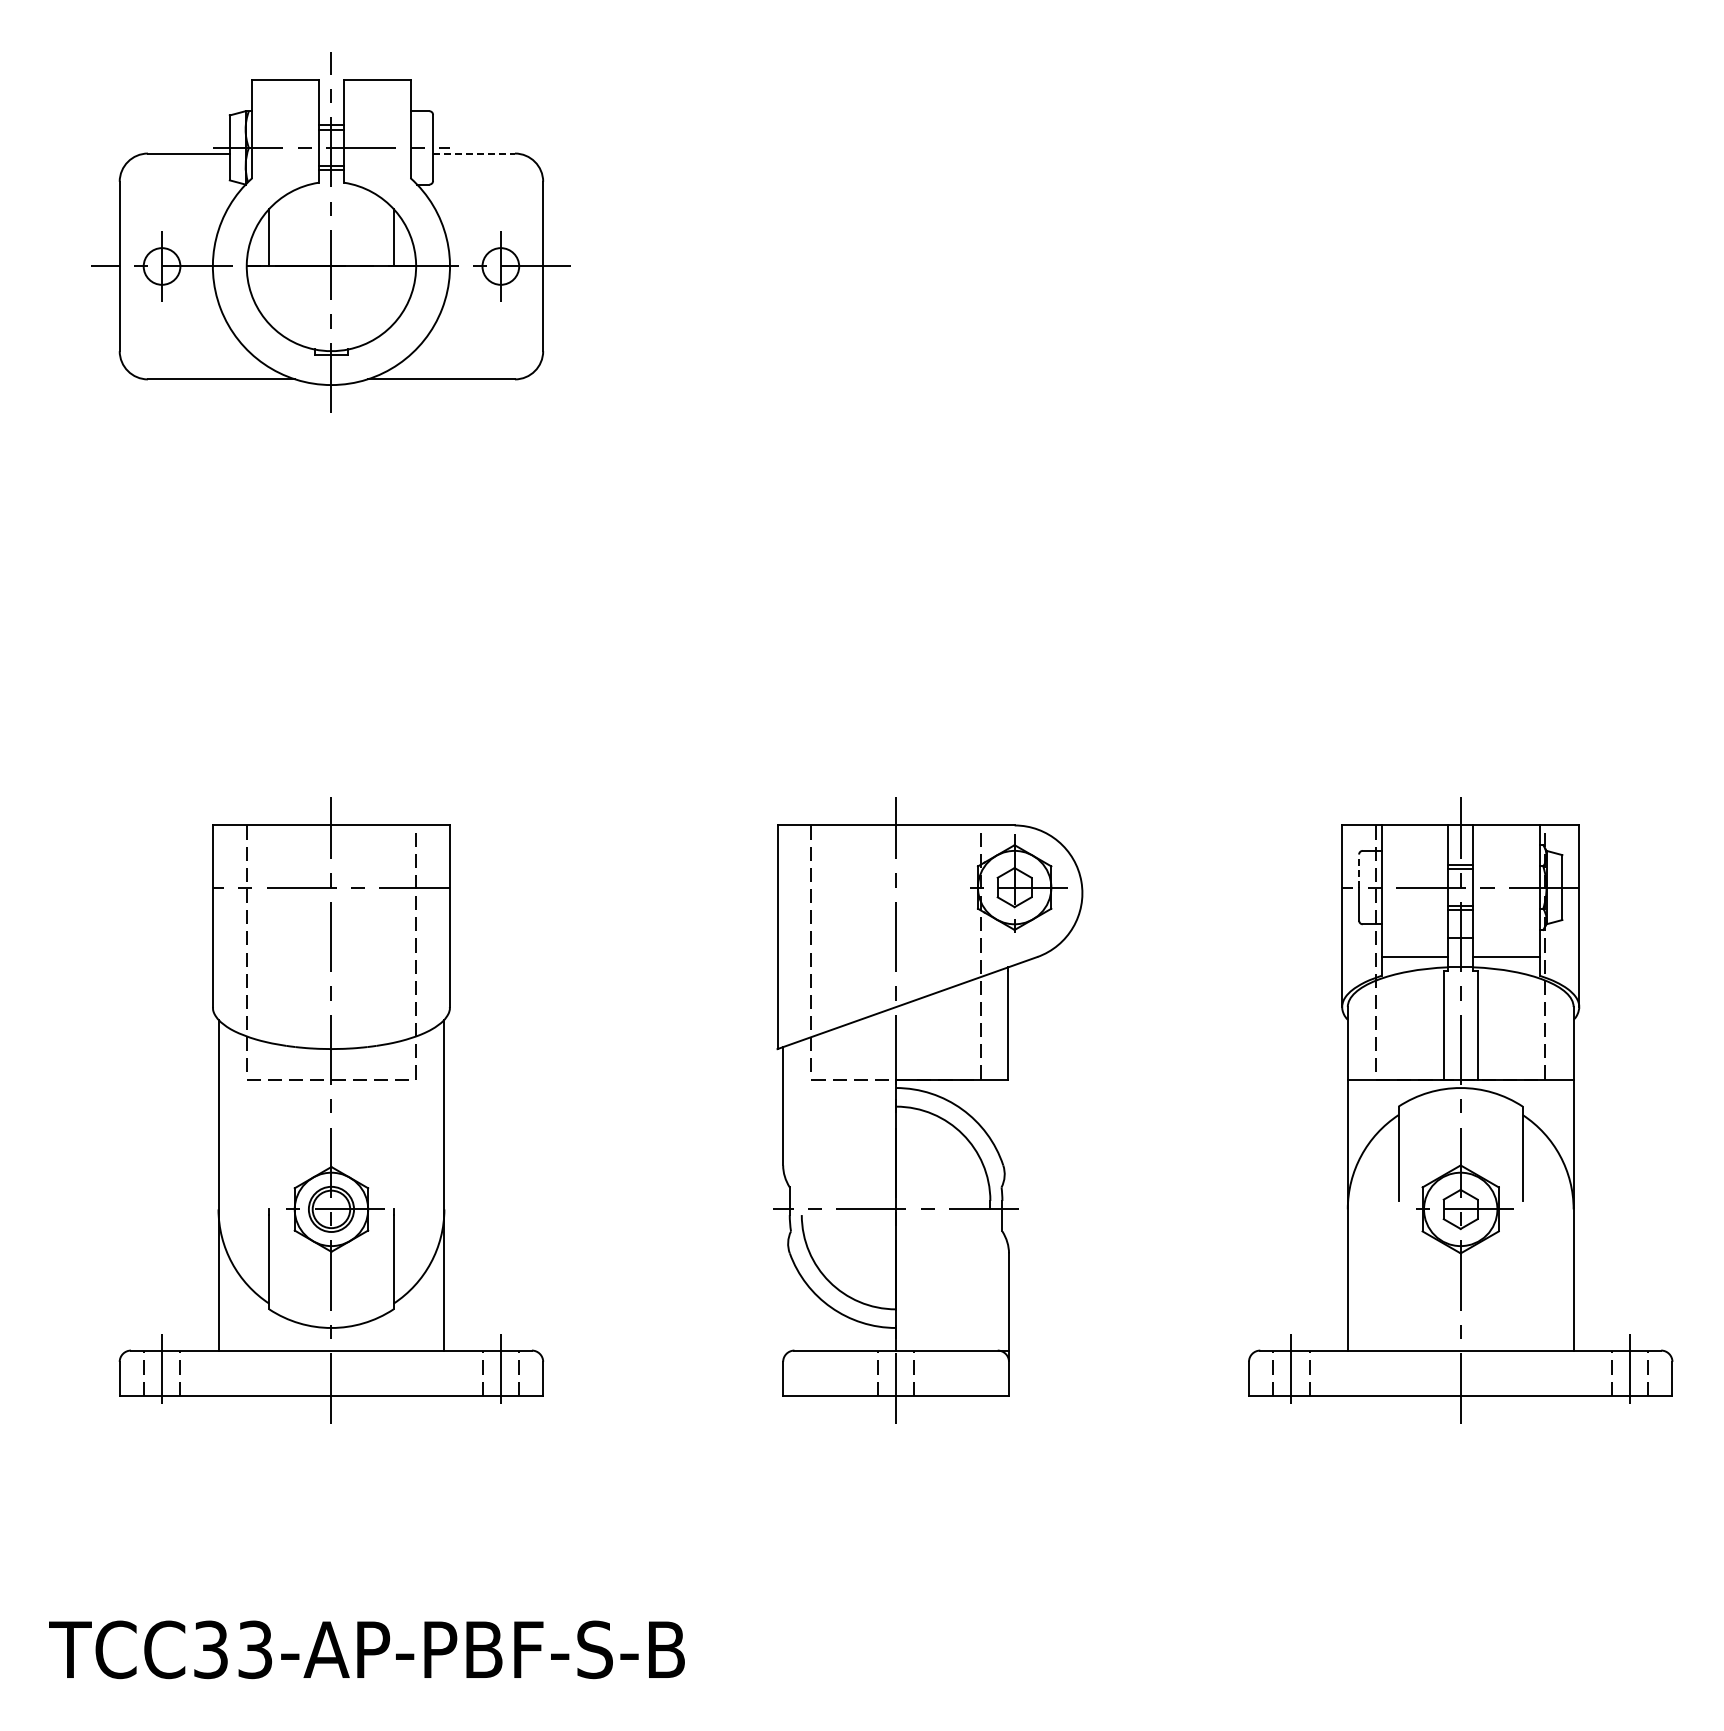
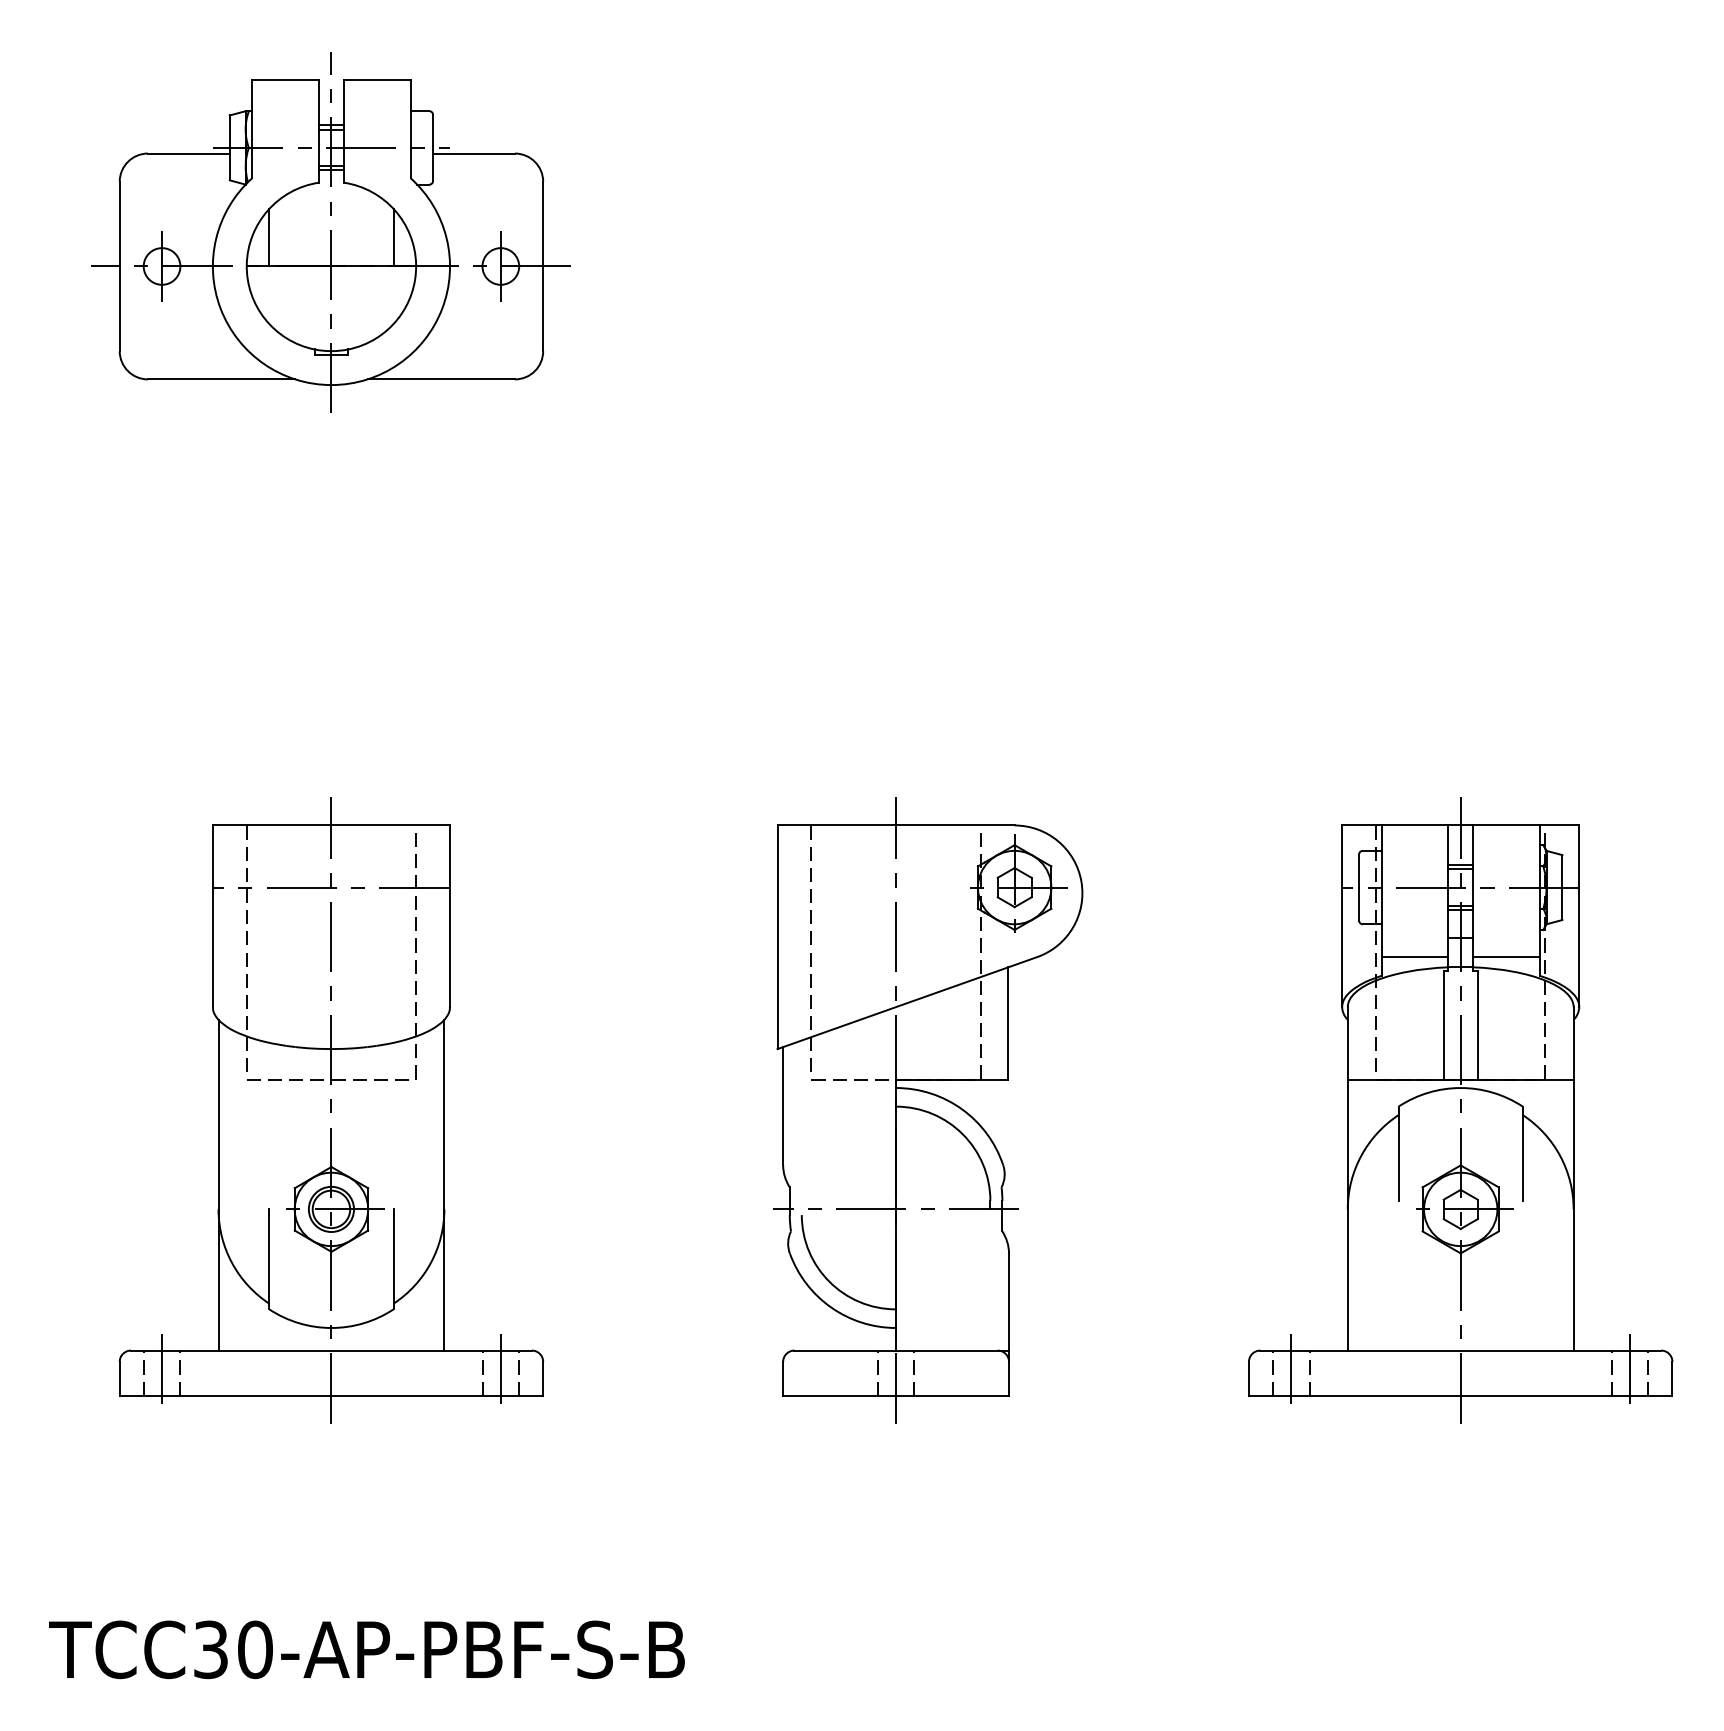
line at (474, 153): dashed -> solid
line at (1359, 871): dashed -> solid
text at (255, 1649): TCC33-AP-PBF-S-B -> TCC30-AP-PBF-S-B
